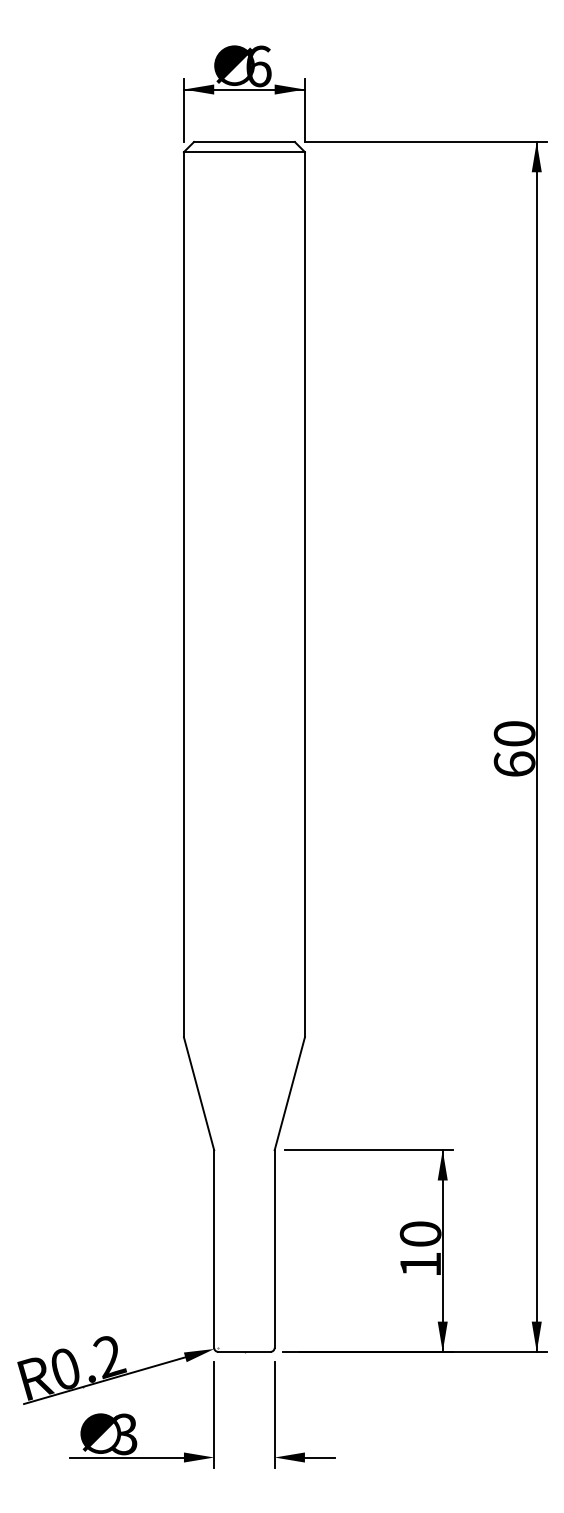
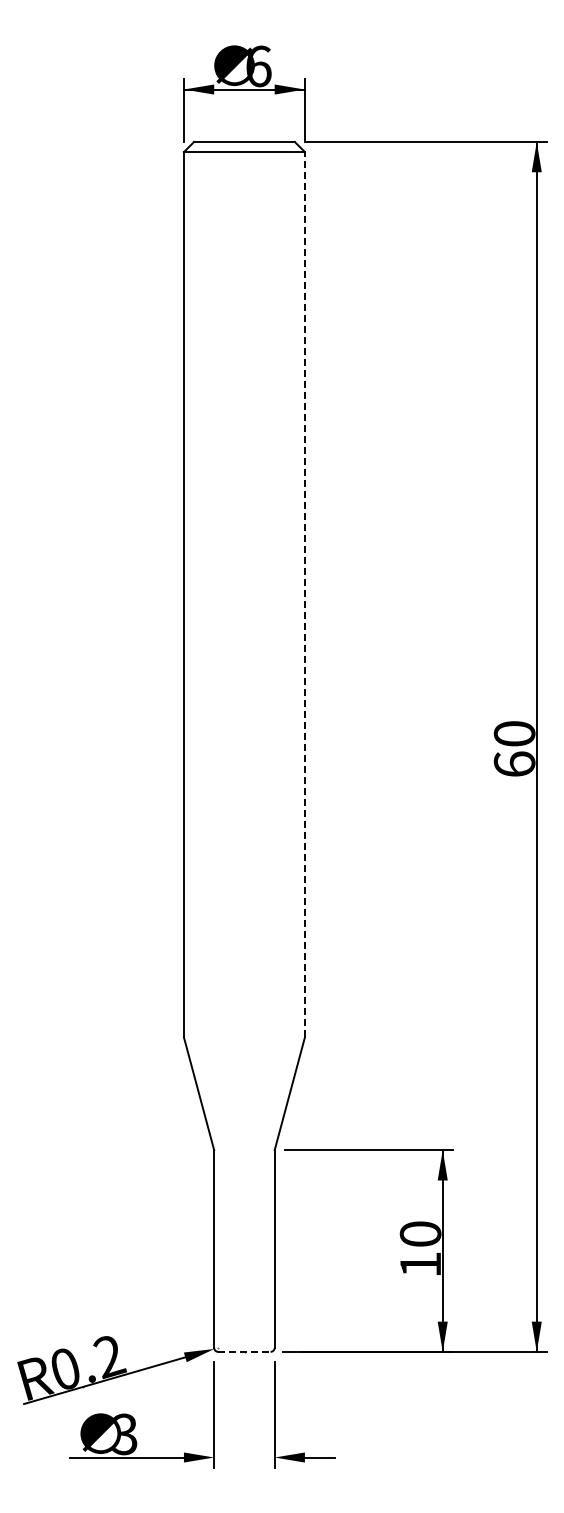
line at (304, 594): solid -> dashed
line at (244, 1351): solid -> dashed
